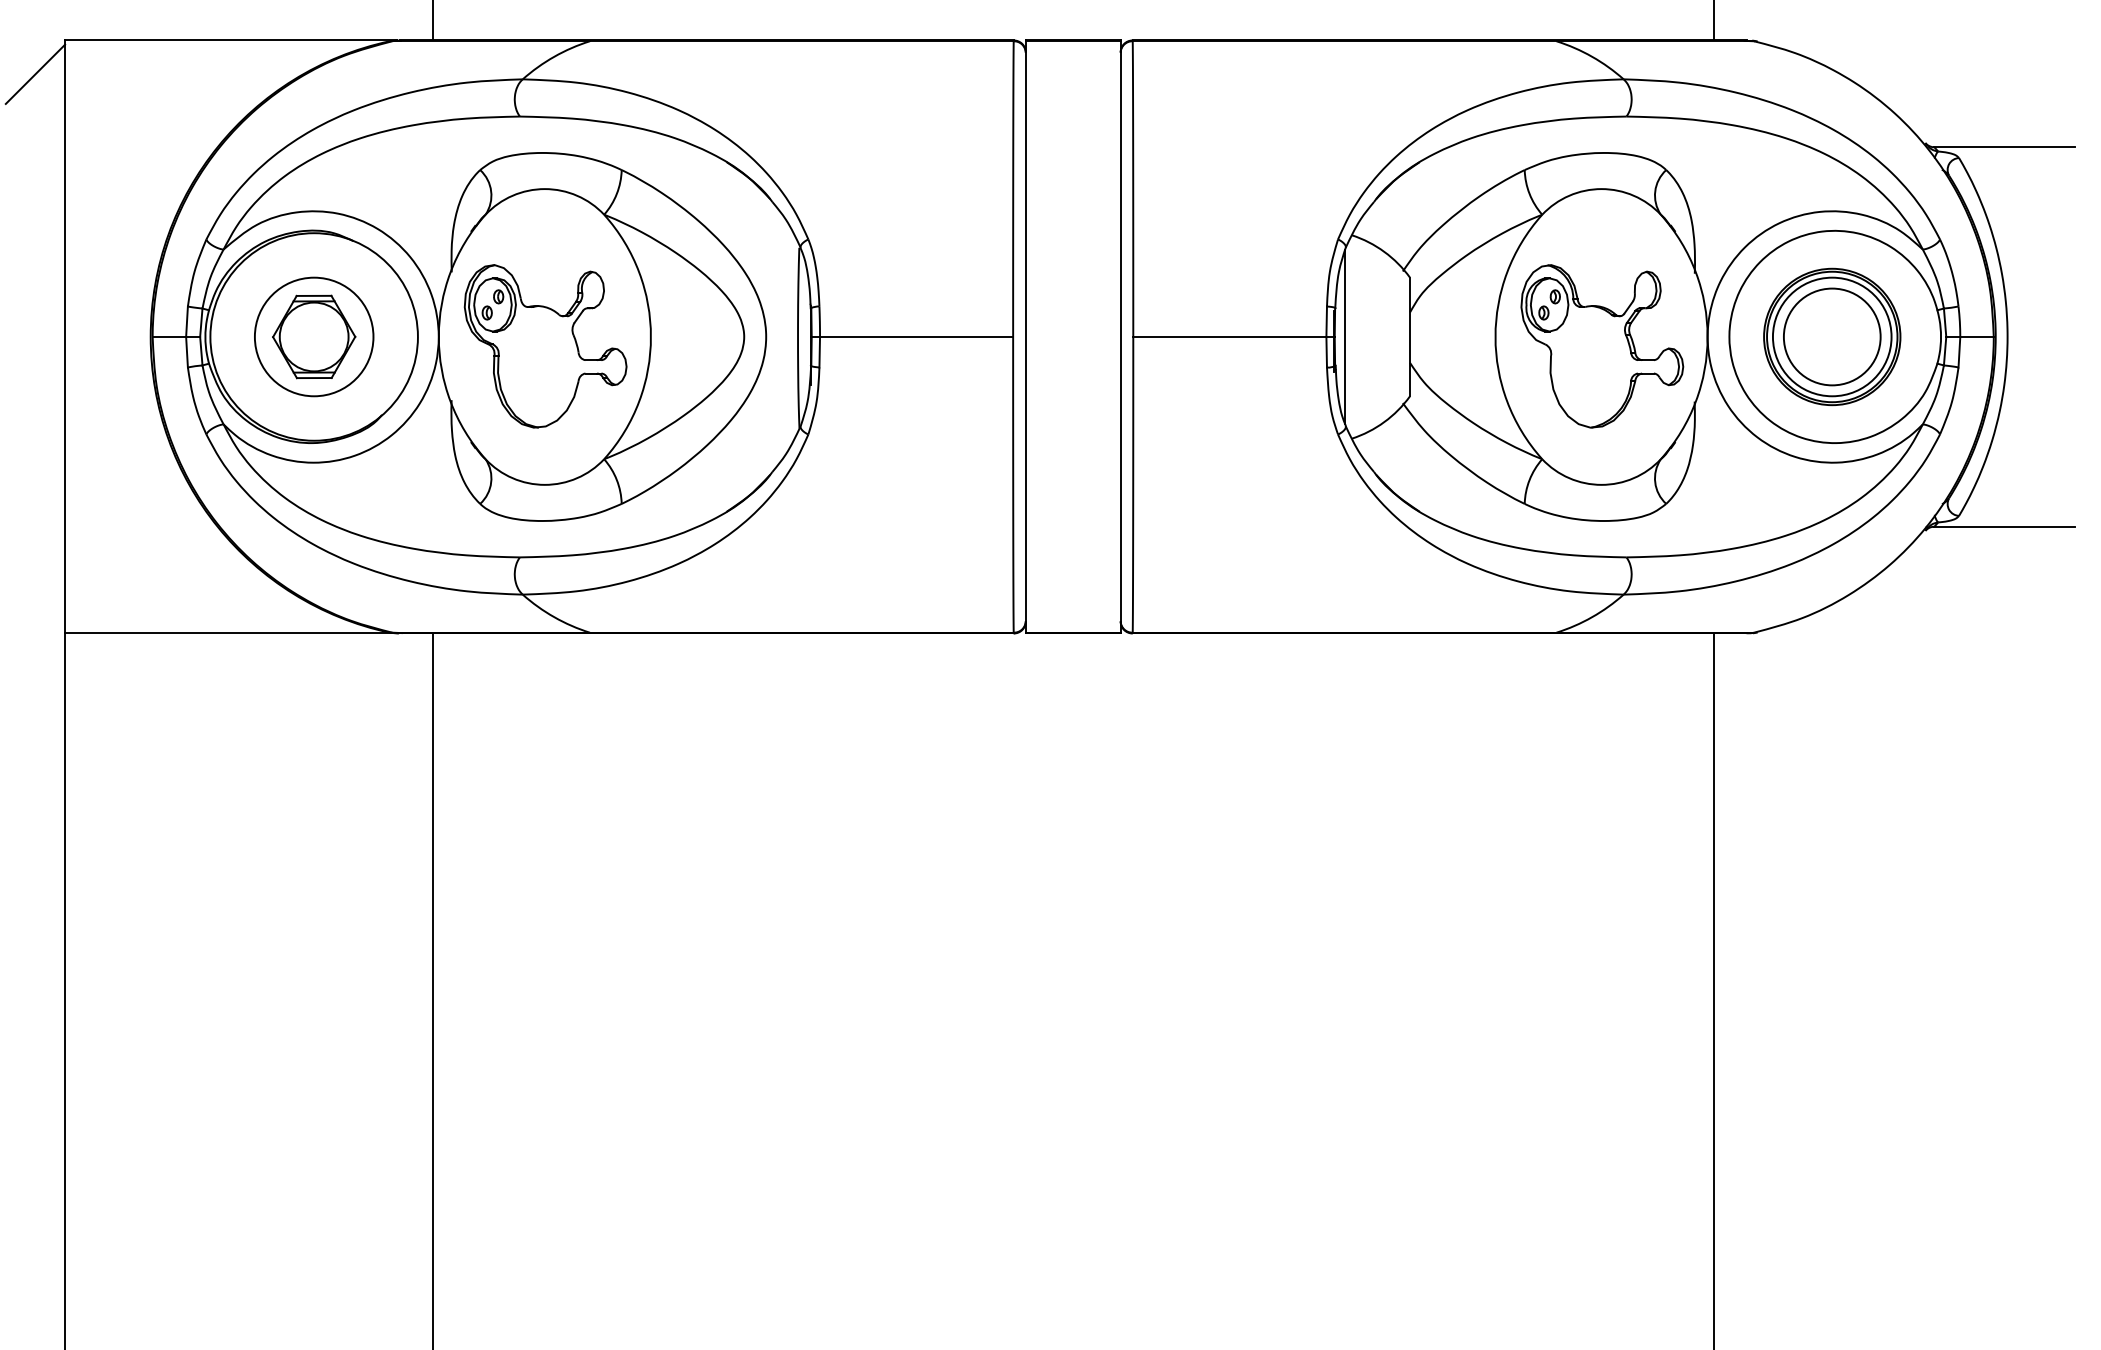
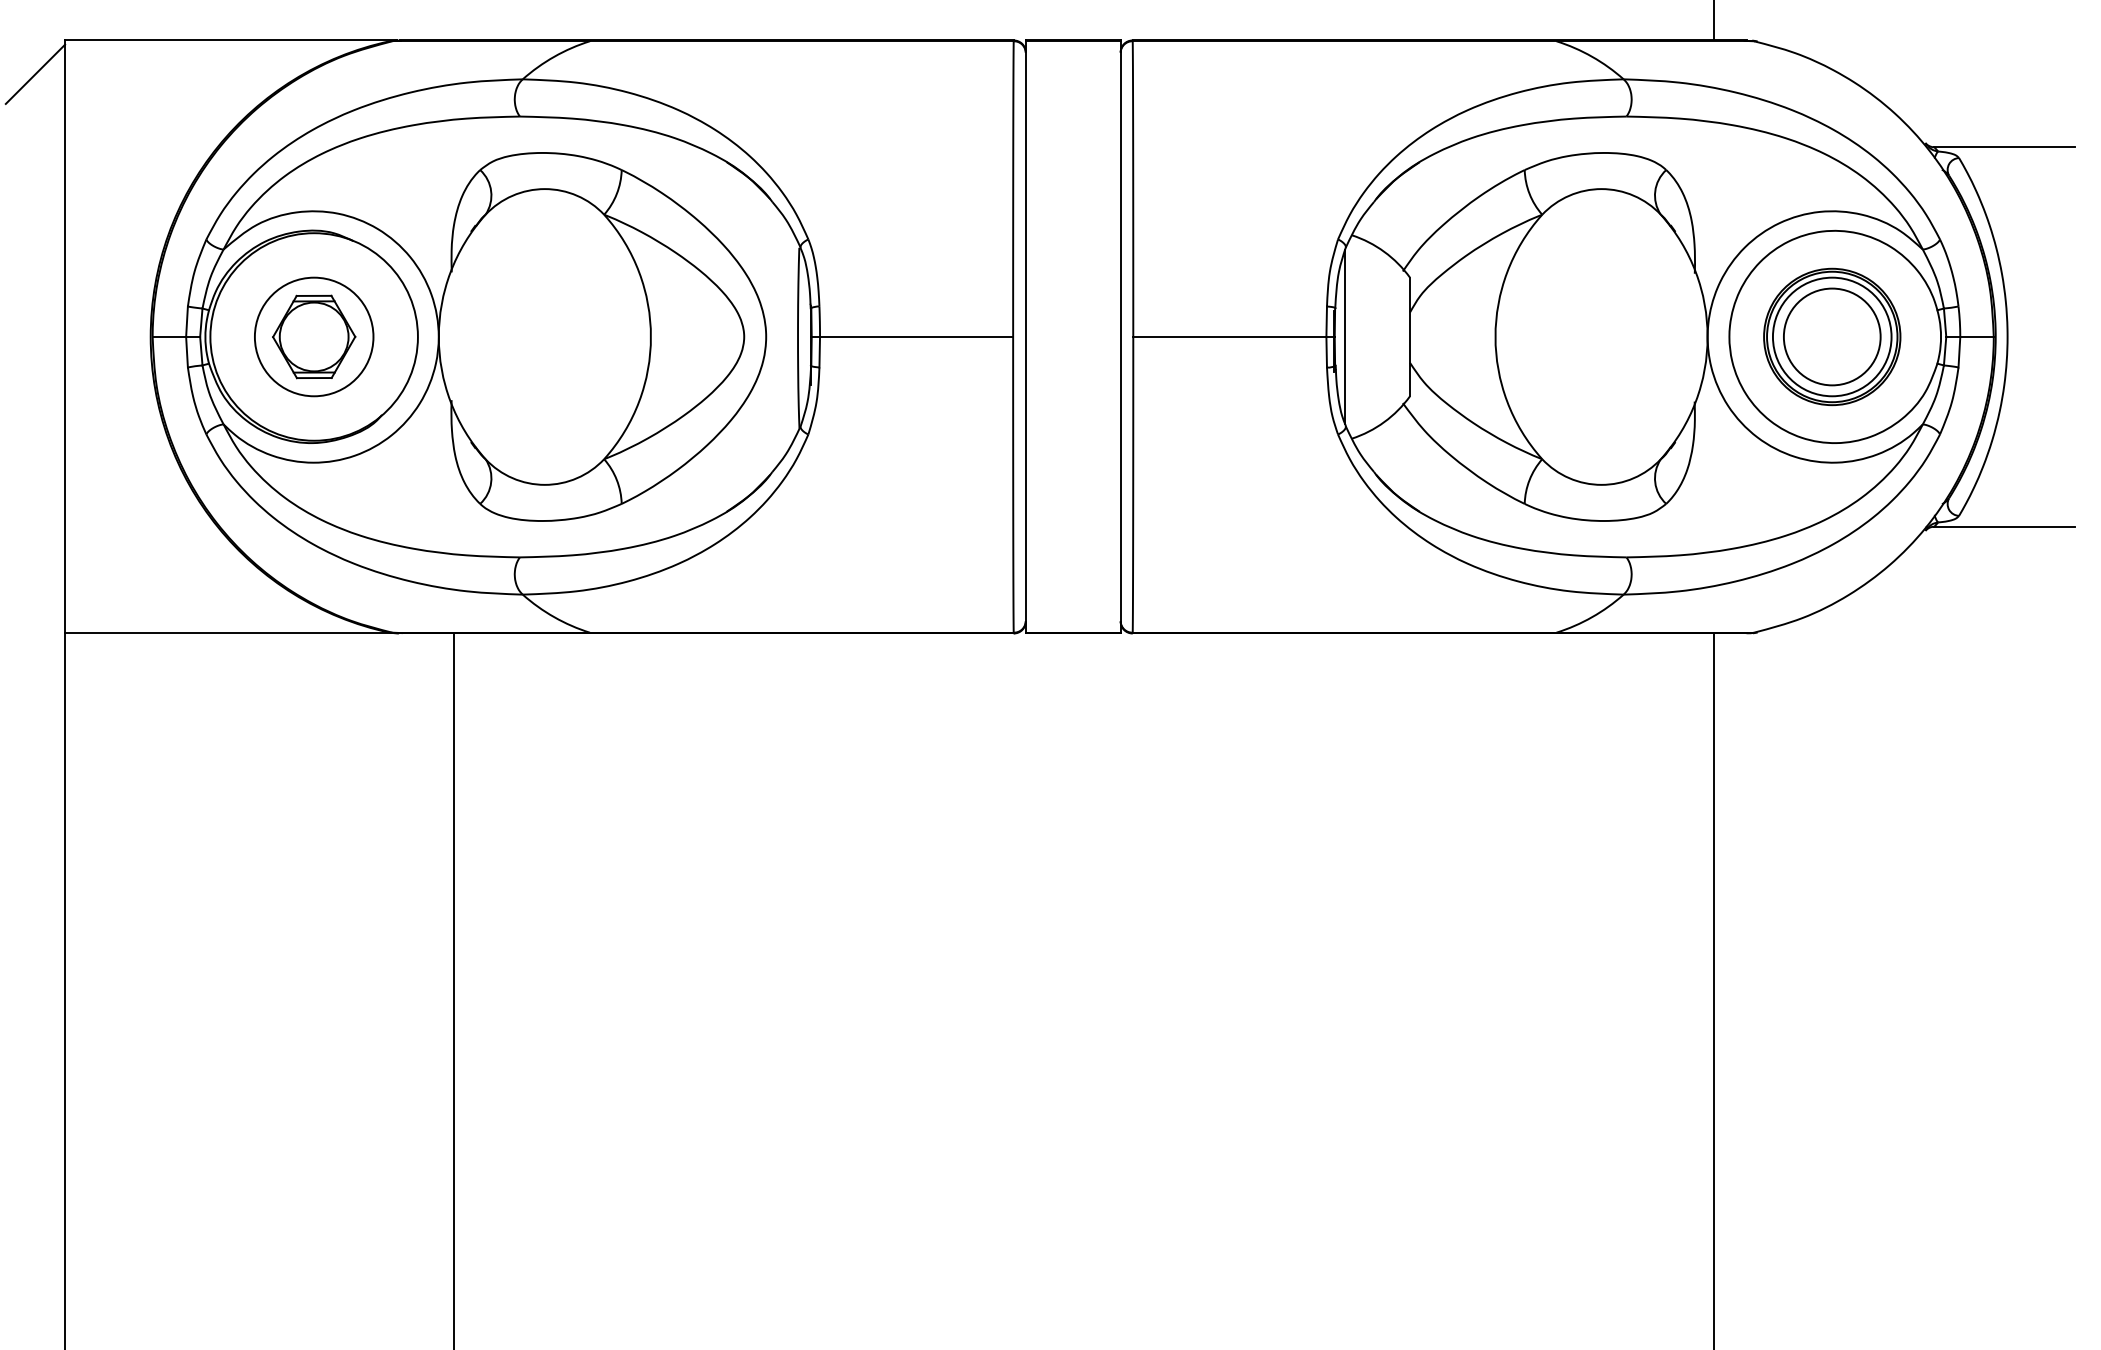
line at (432, 21): present -> none
part at (545, 346): present -> none
part at (1602, 346): present -> none
line at (432, 989) position: (432, 989) -> (453, 989)
